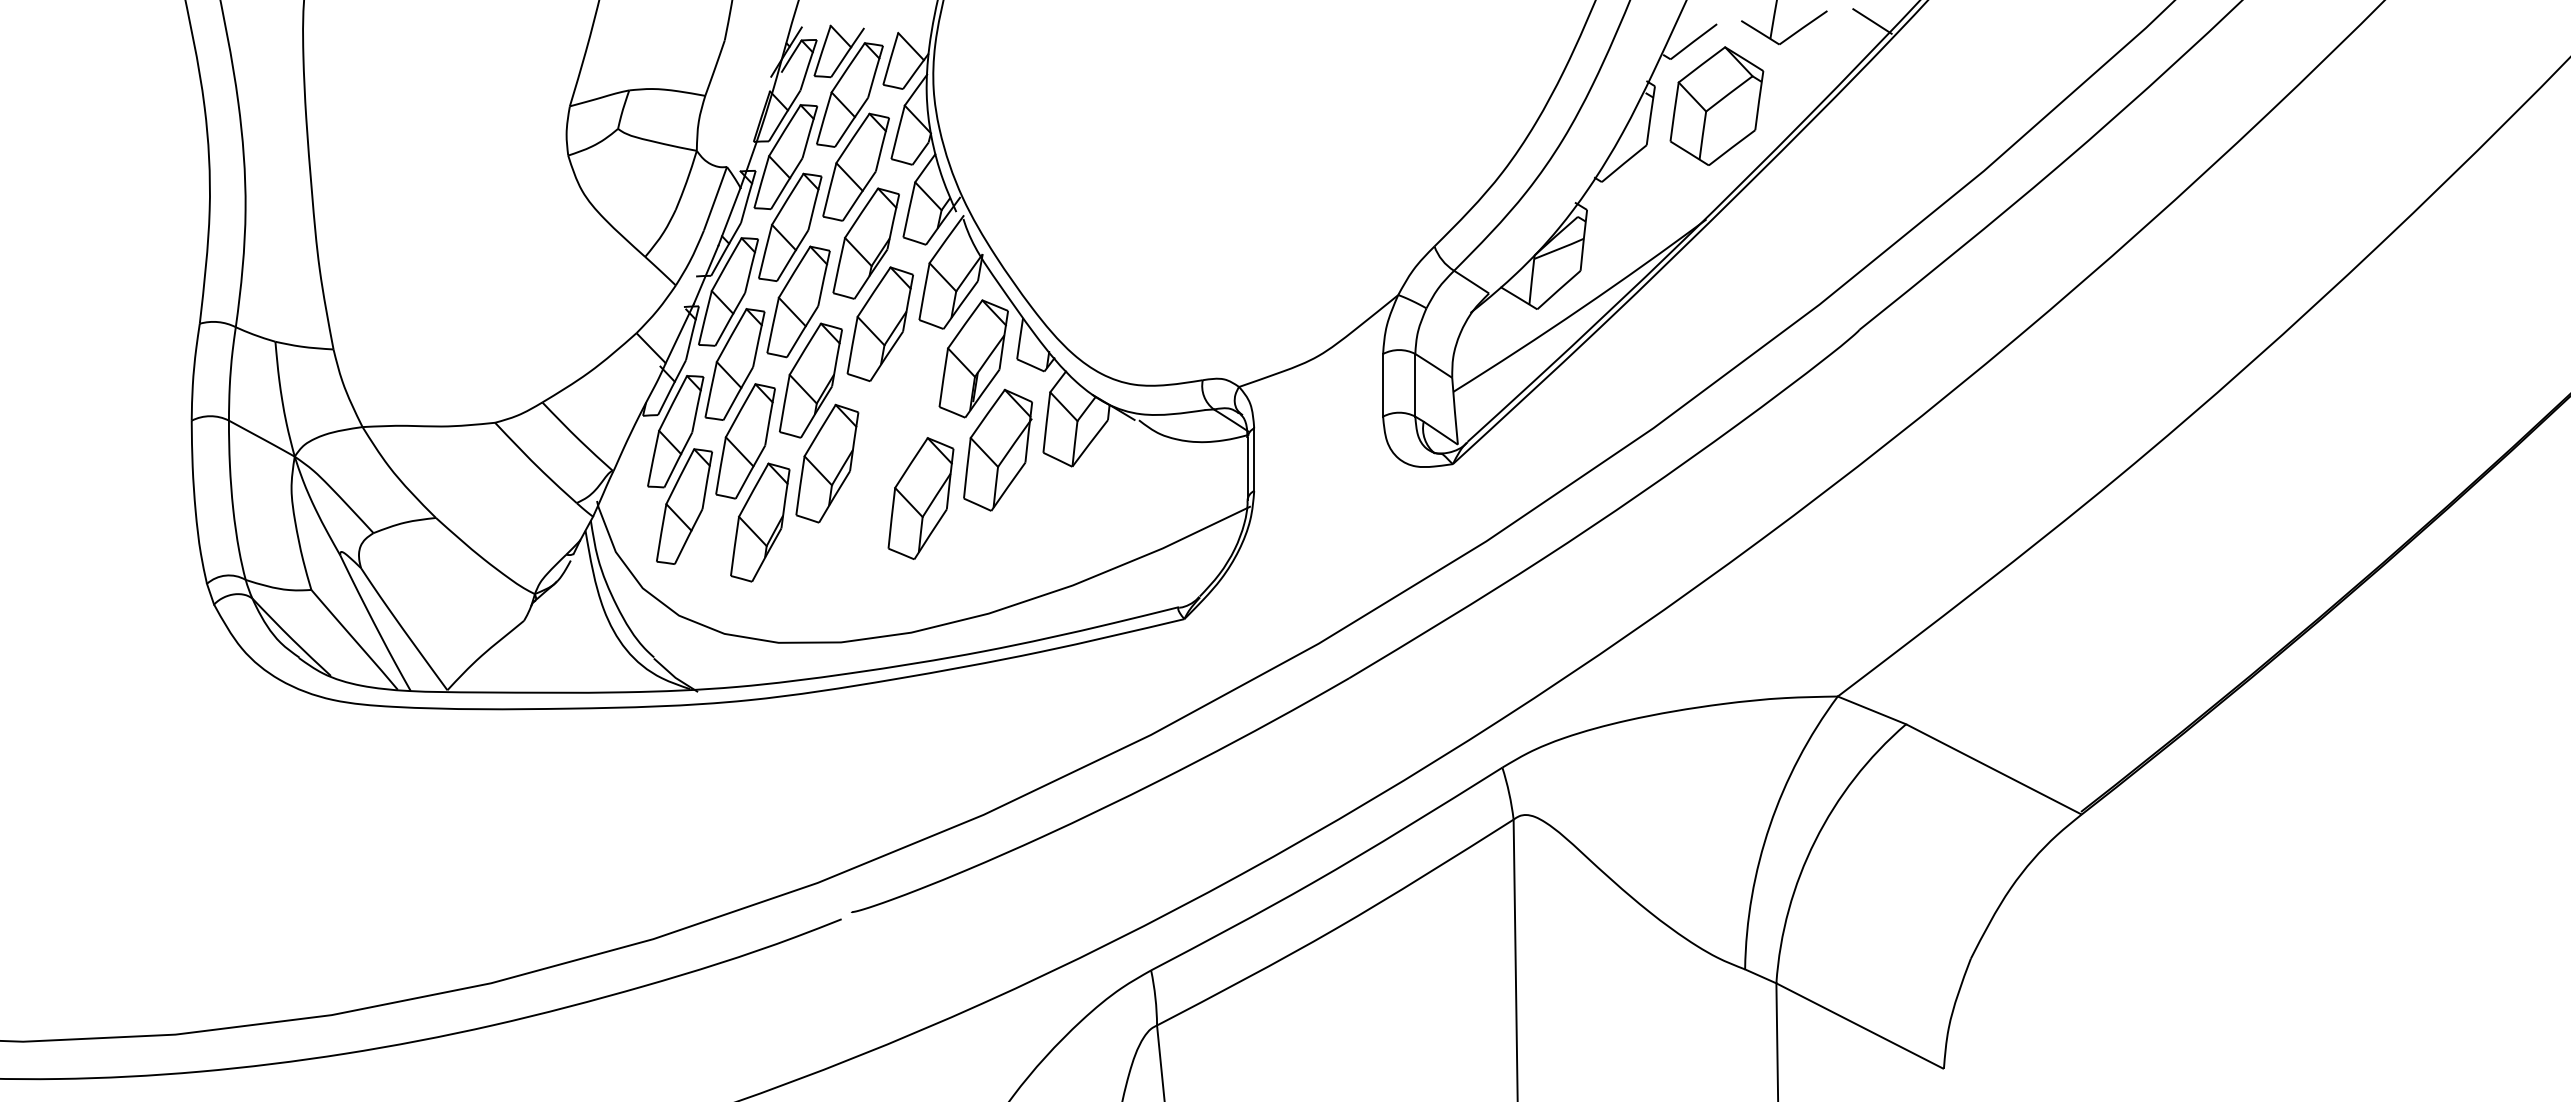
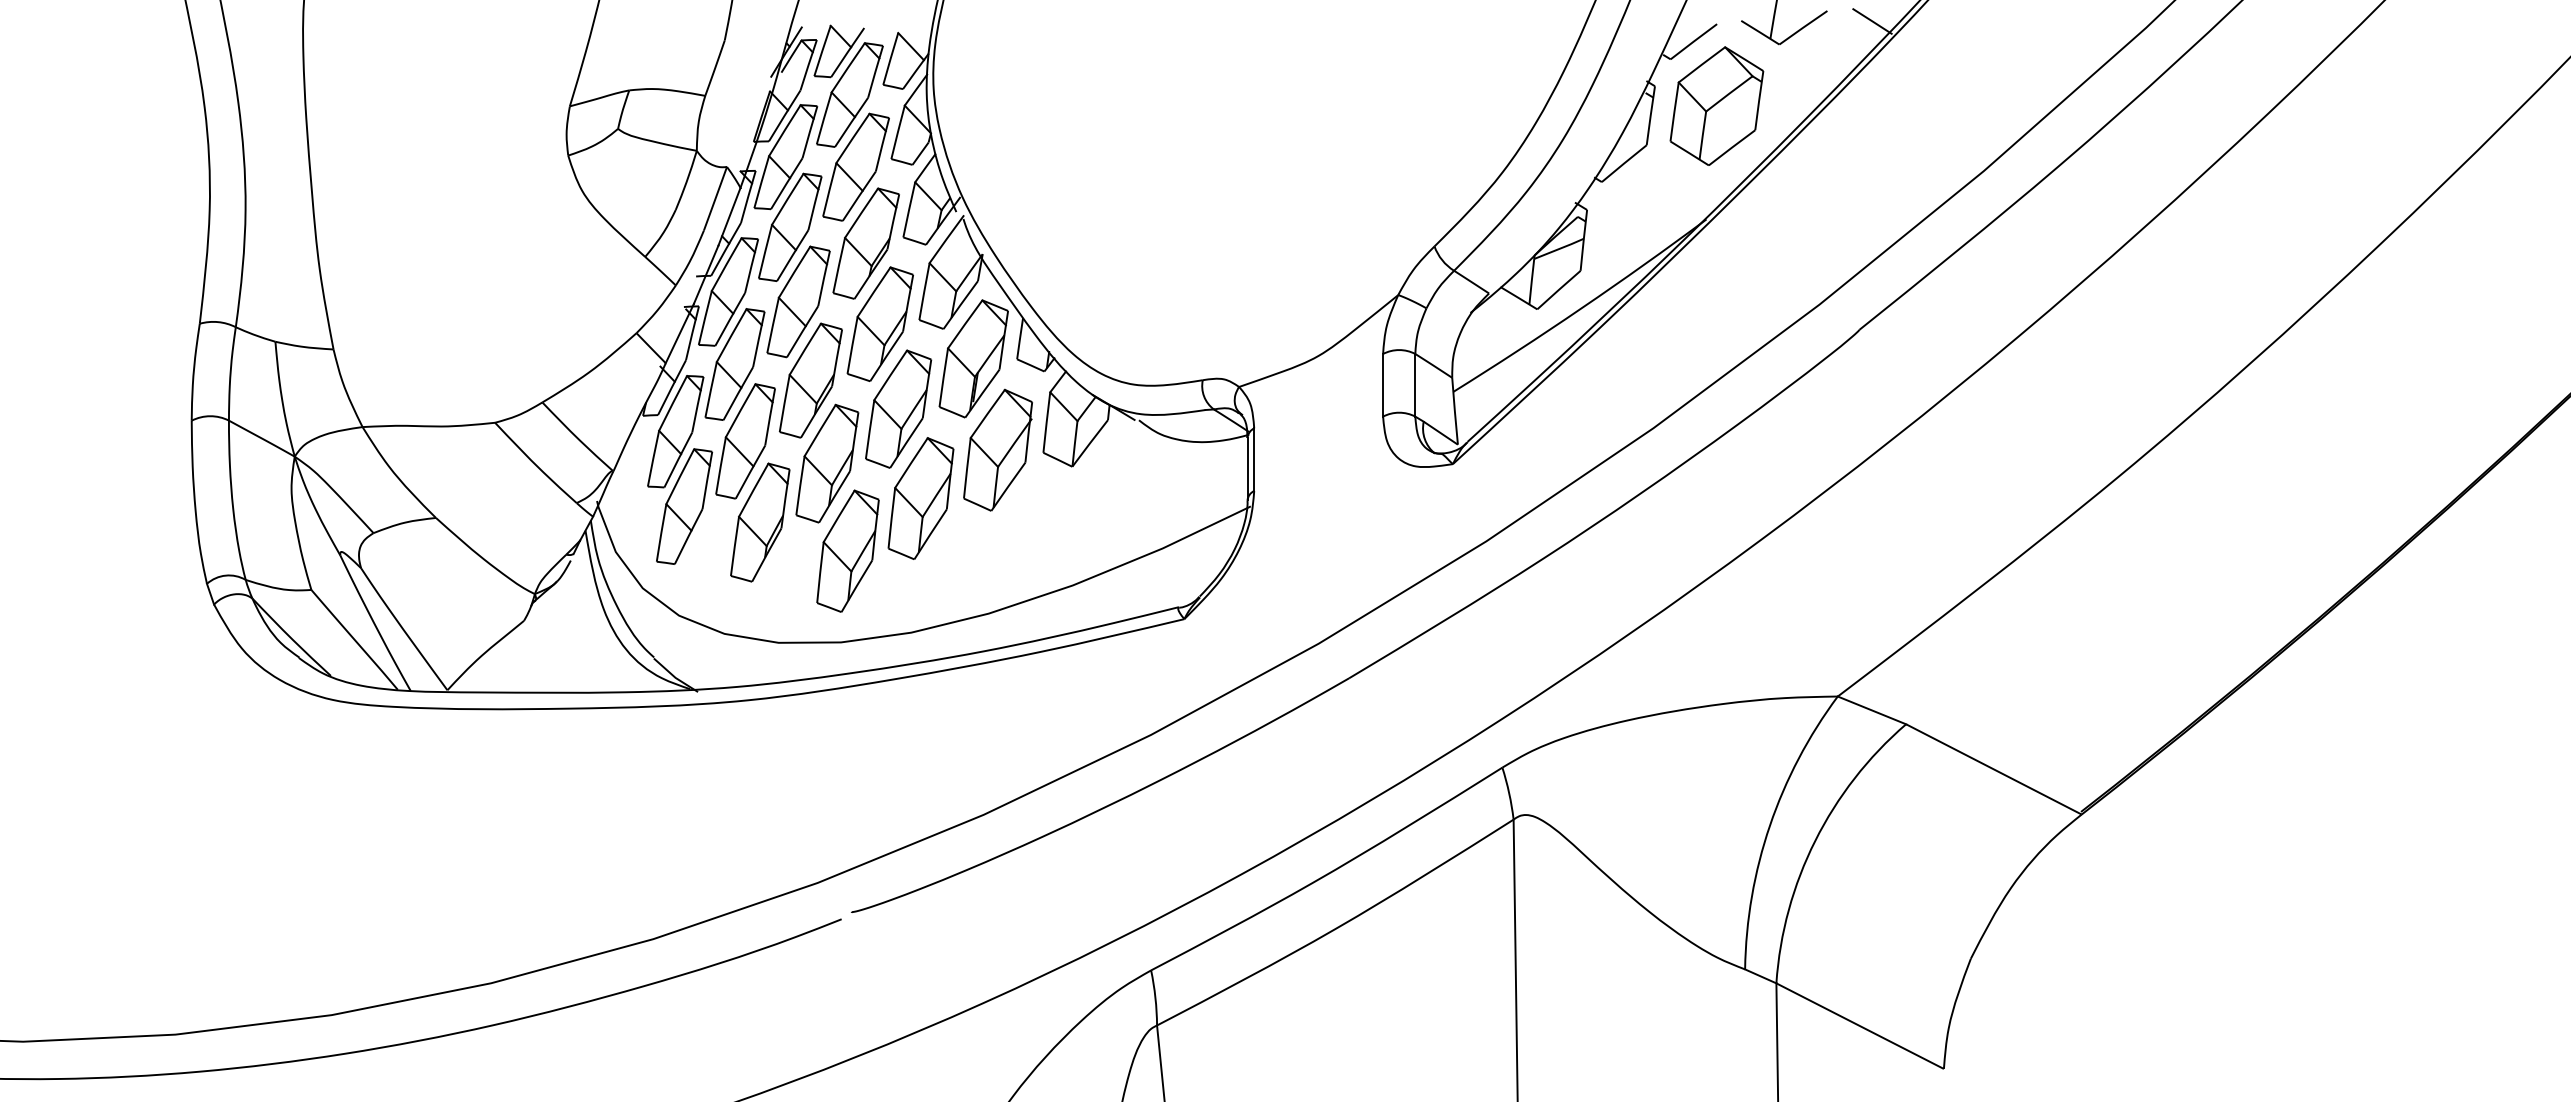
part at (898, 408): none -> present
part at (847, 550): none -> present
